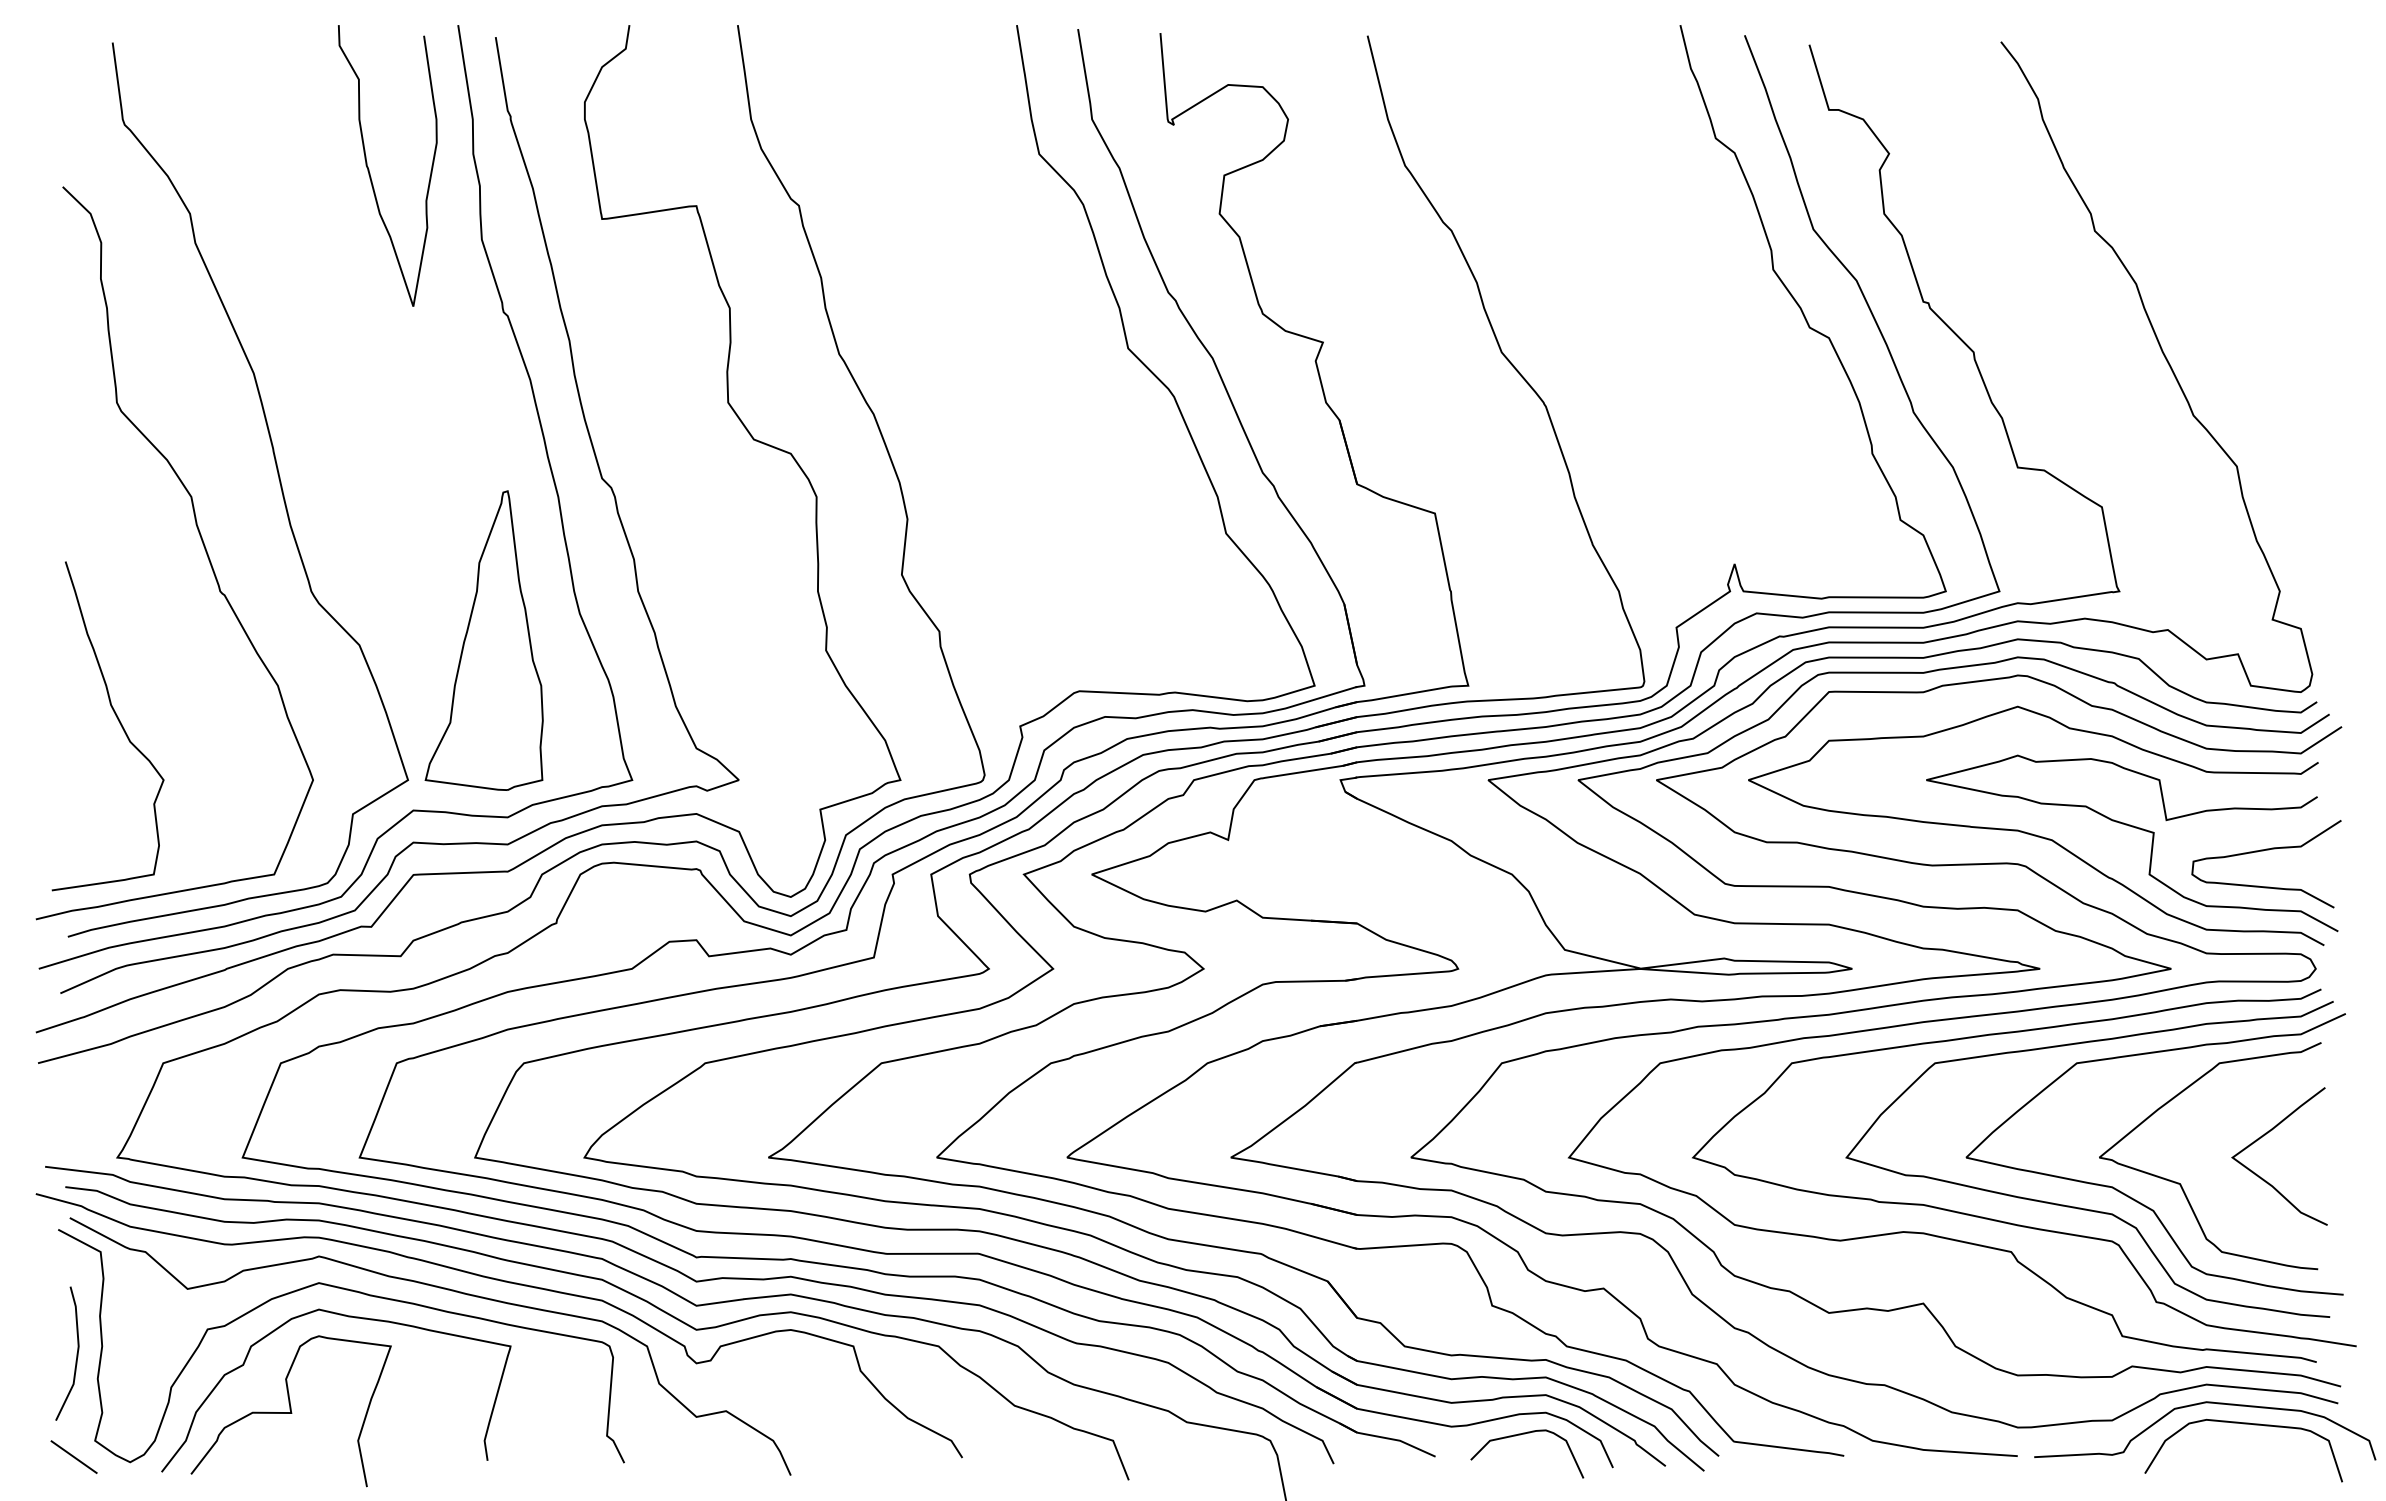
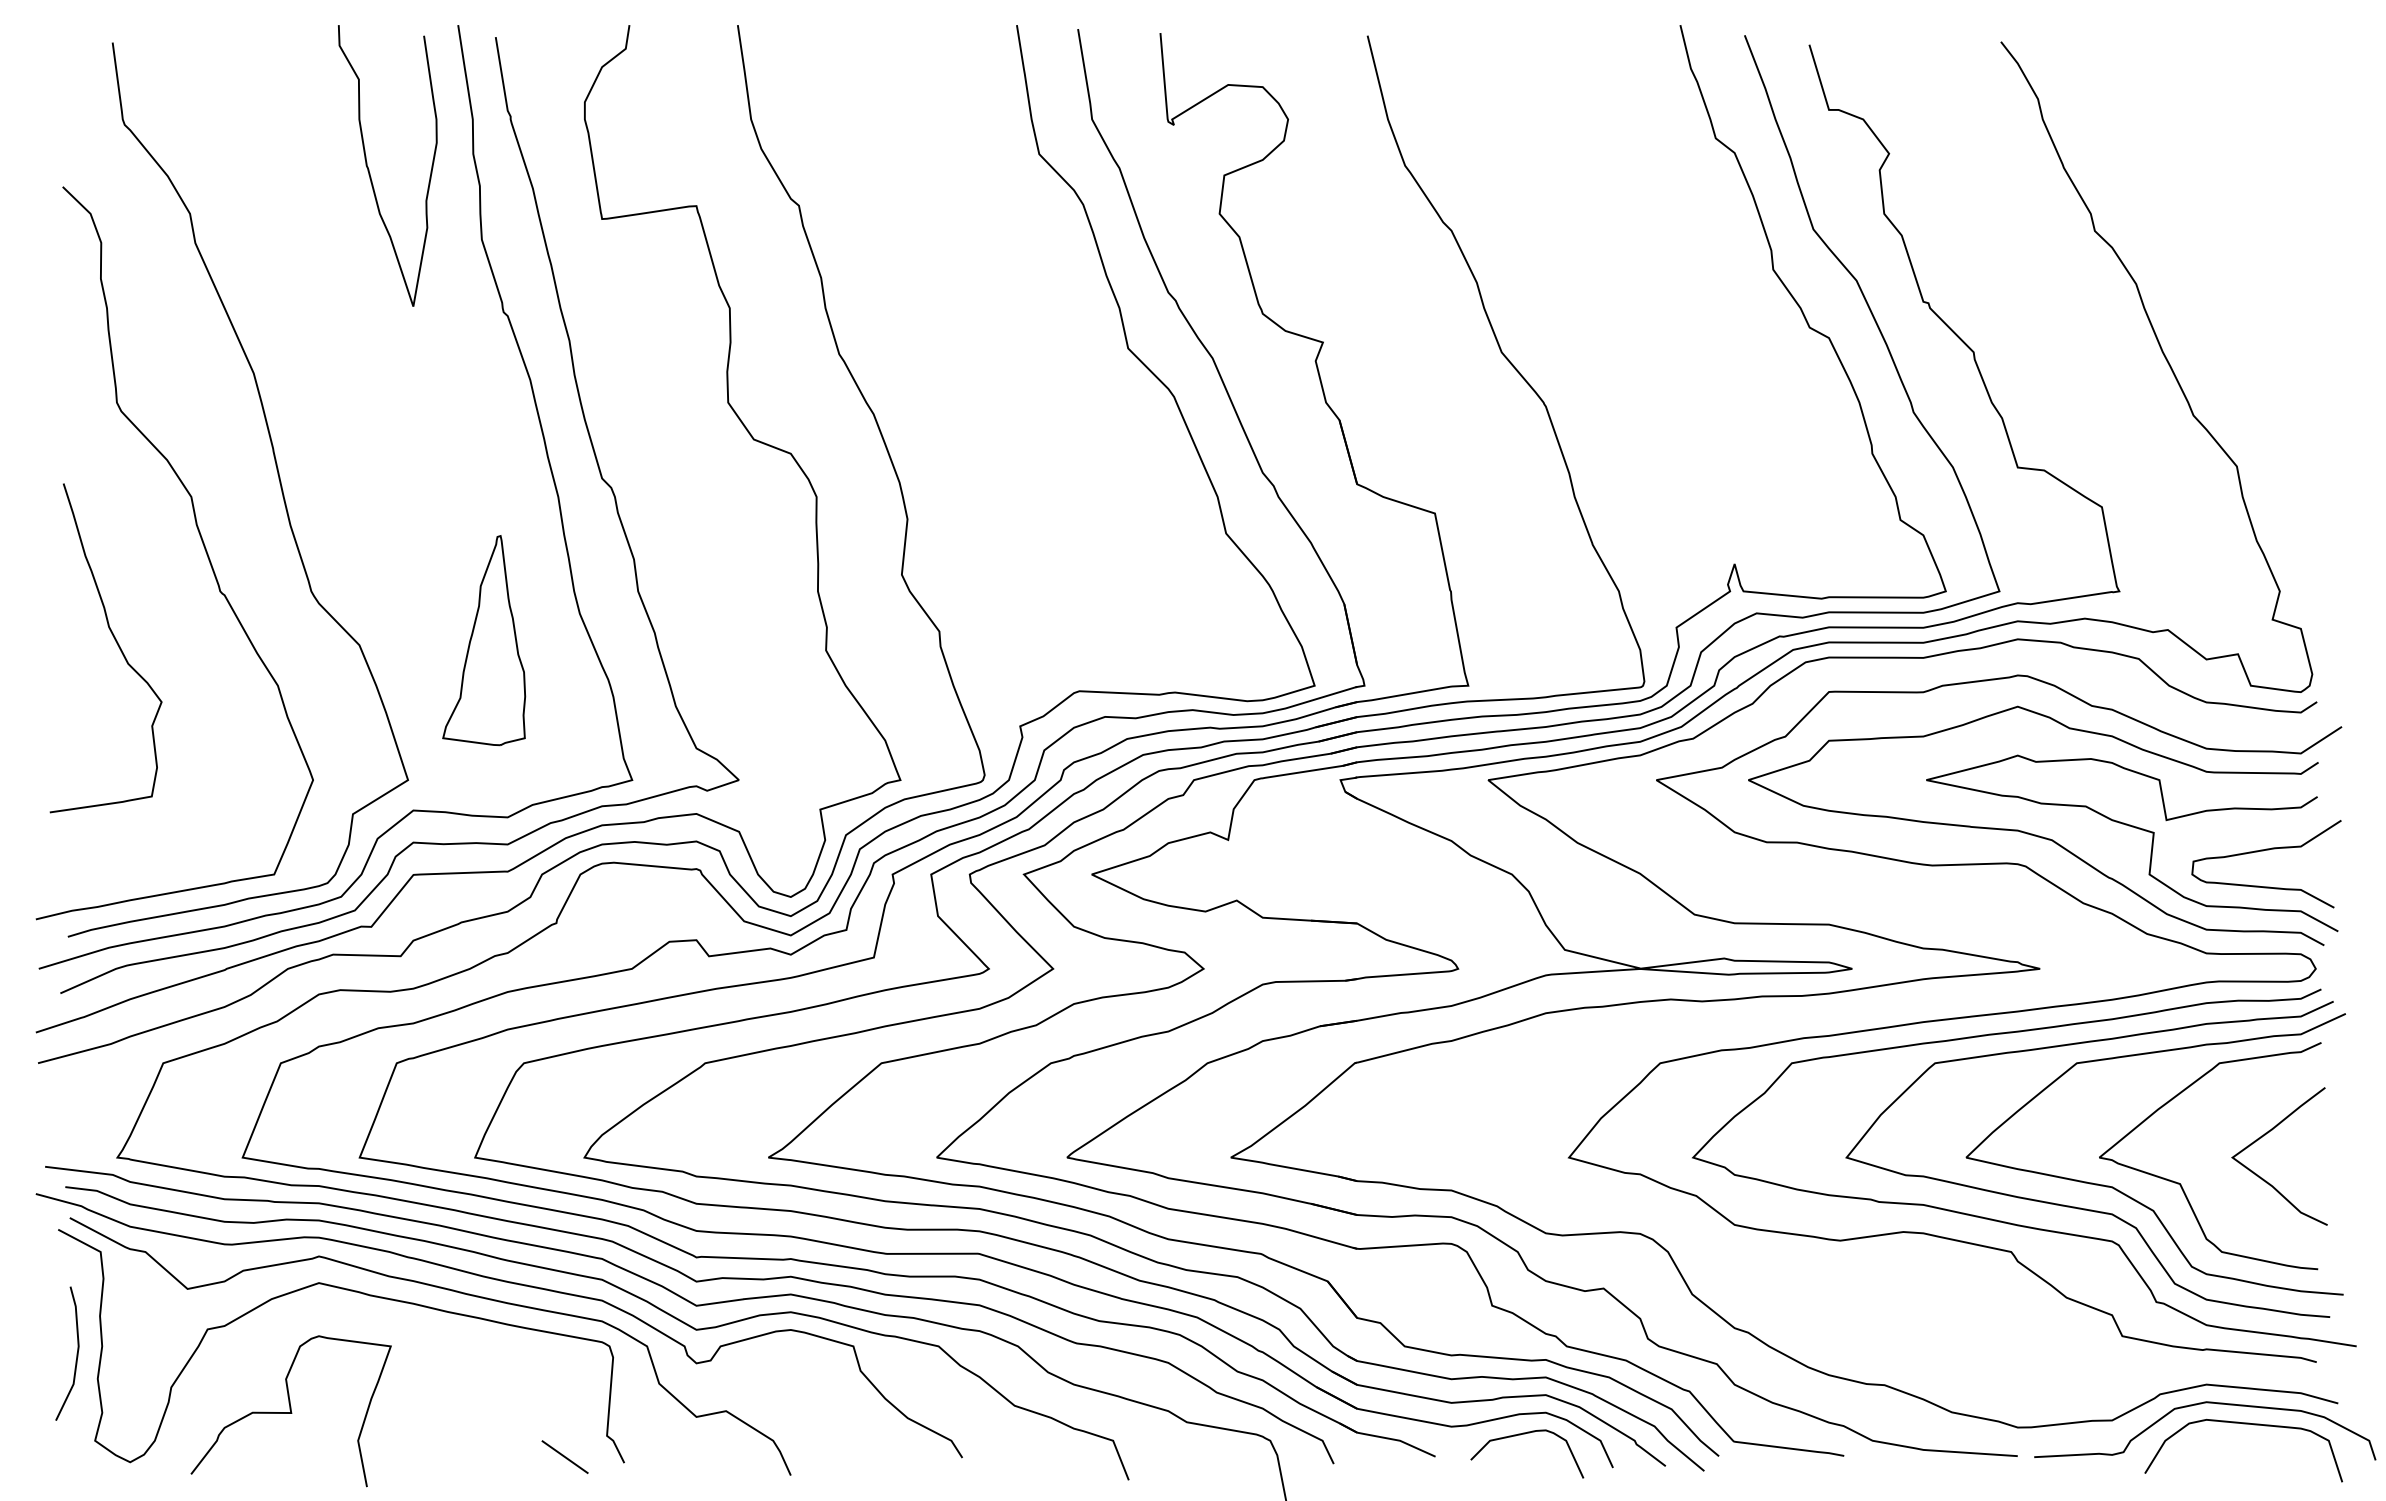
part at (483, 640) size: 120x301 px -> 85x212 px
curve at (118, 721) position: (118, 721) -> (116, 643)
curve at (1873, 1009): present -> none
curve at (348, 1317): present -> none
line at (73, 1456) position: (73, 1456) -> (564, 1456)
